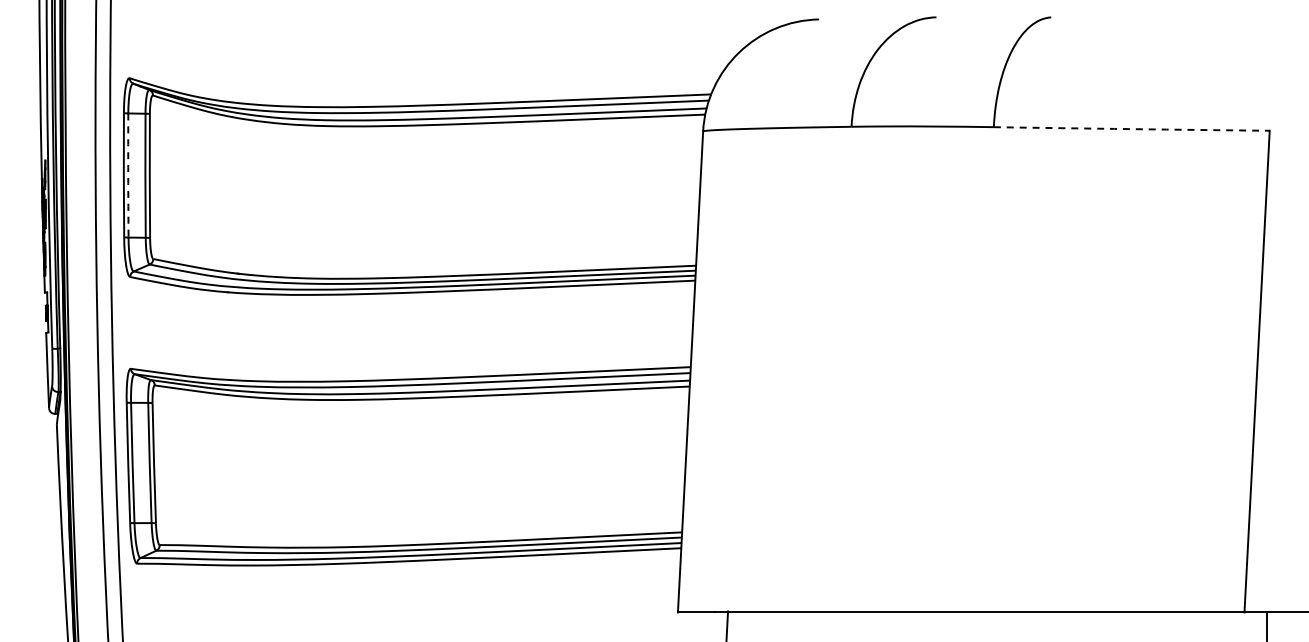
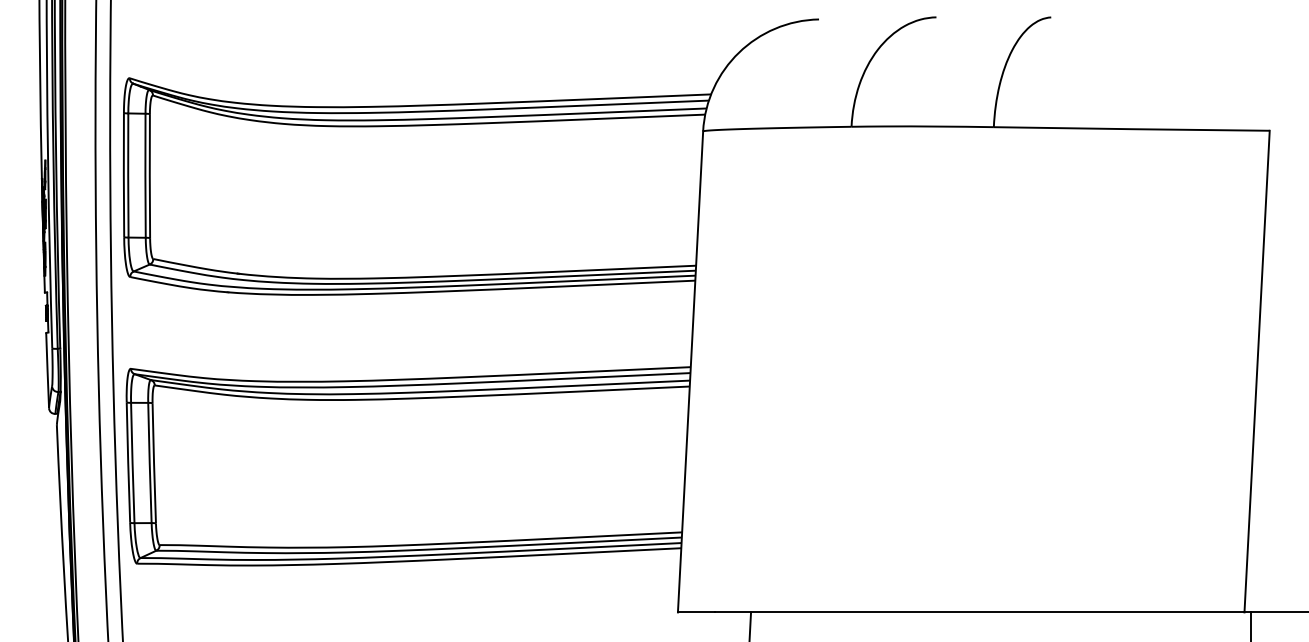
arc at (1131, 129): dashed -> solid
arc at (128, 175): dashed -> solid
line at (727, 624) position: (727, 624) -> (750, 625)
line at (1266, 625) position: (1266, 625) -> (1250, 625)
